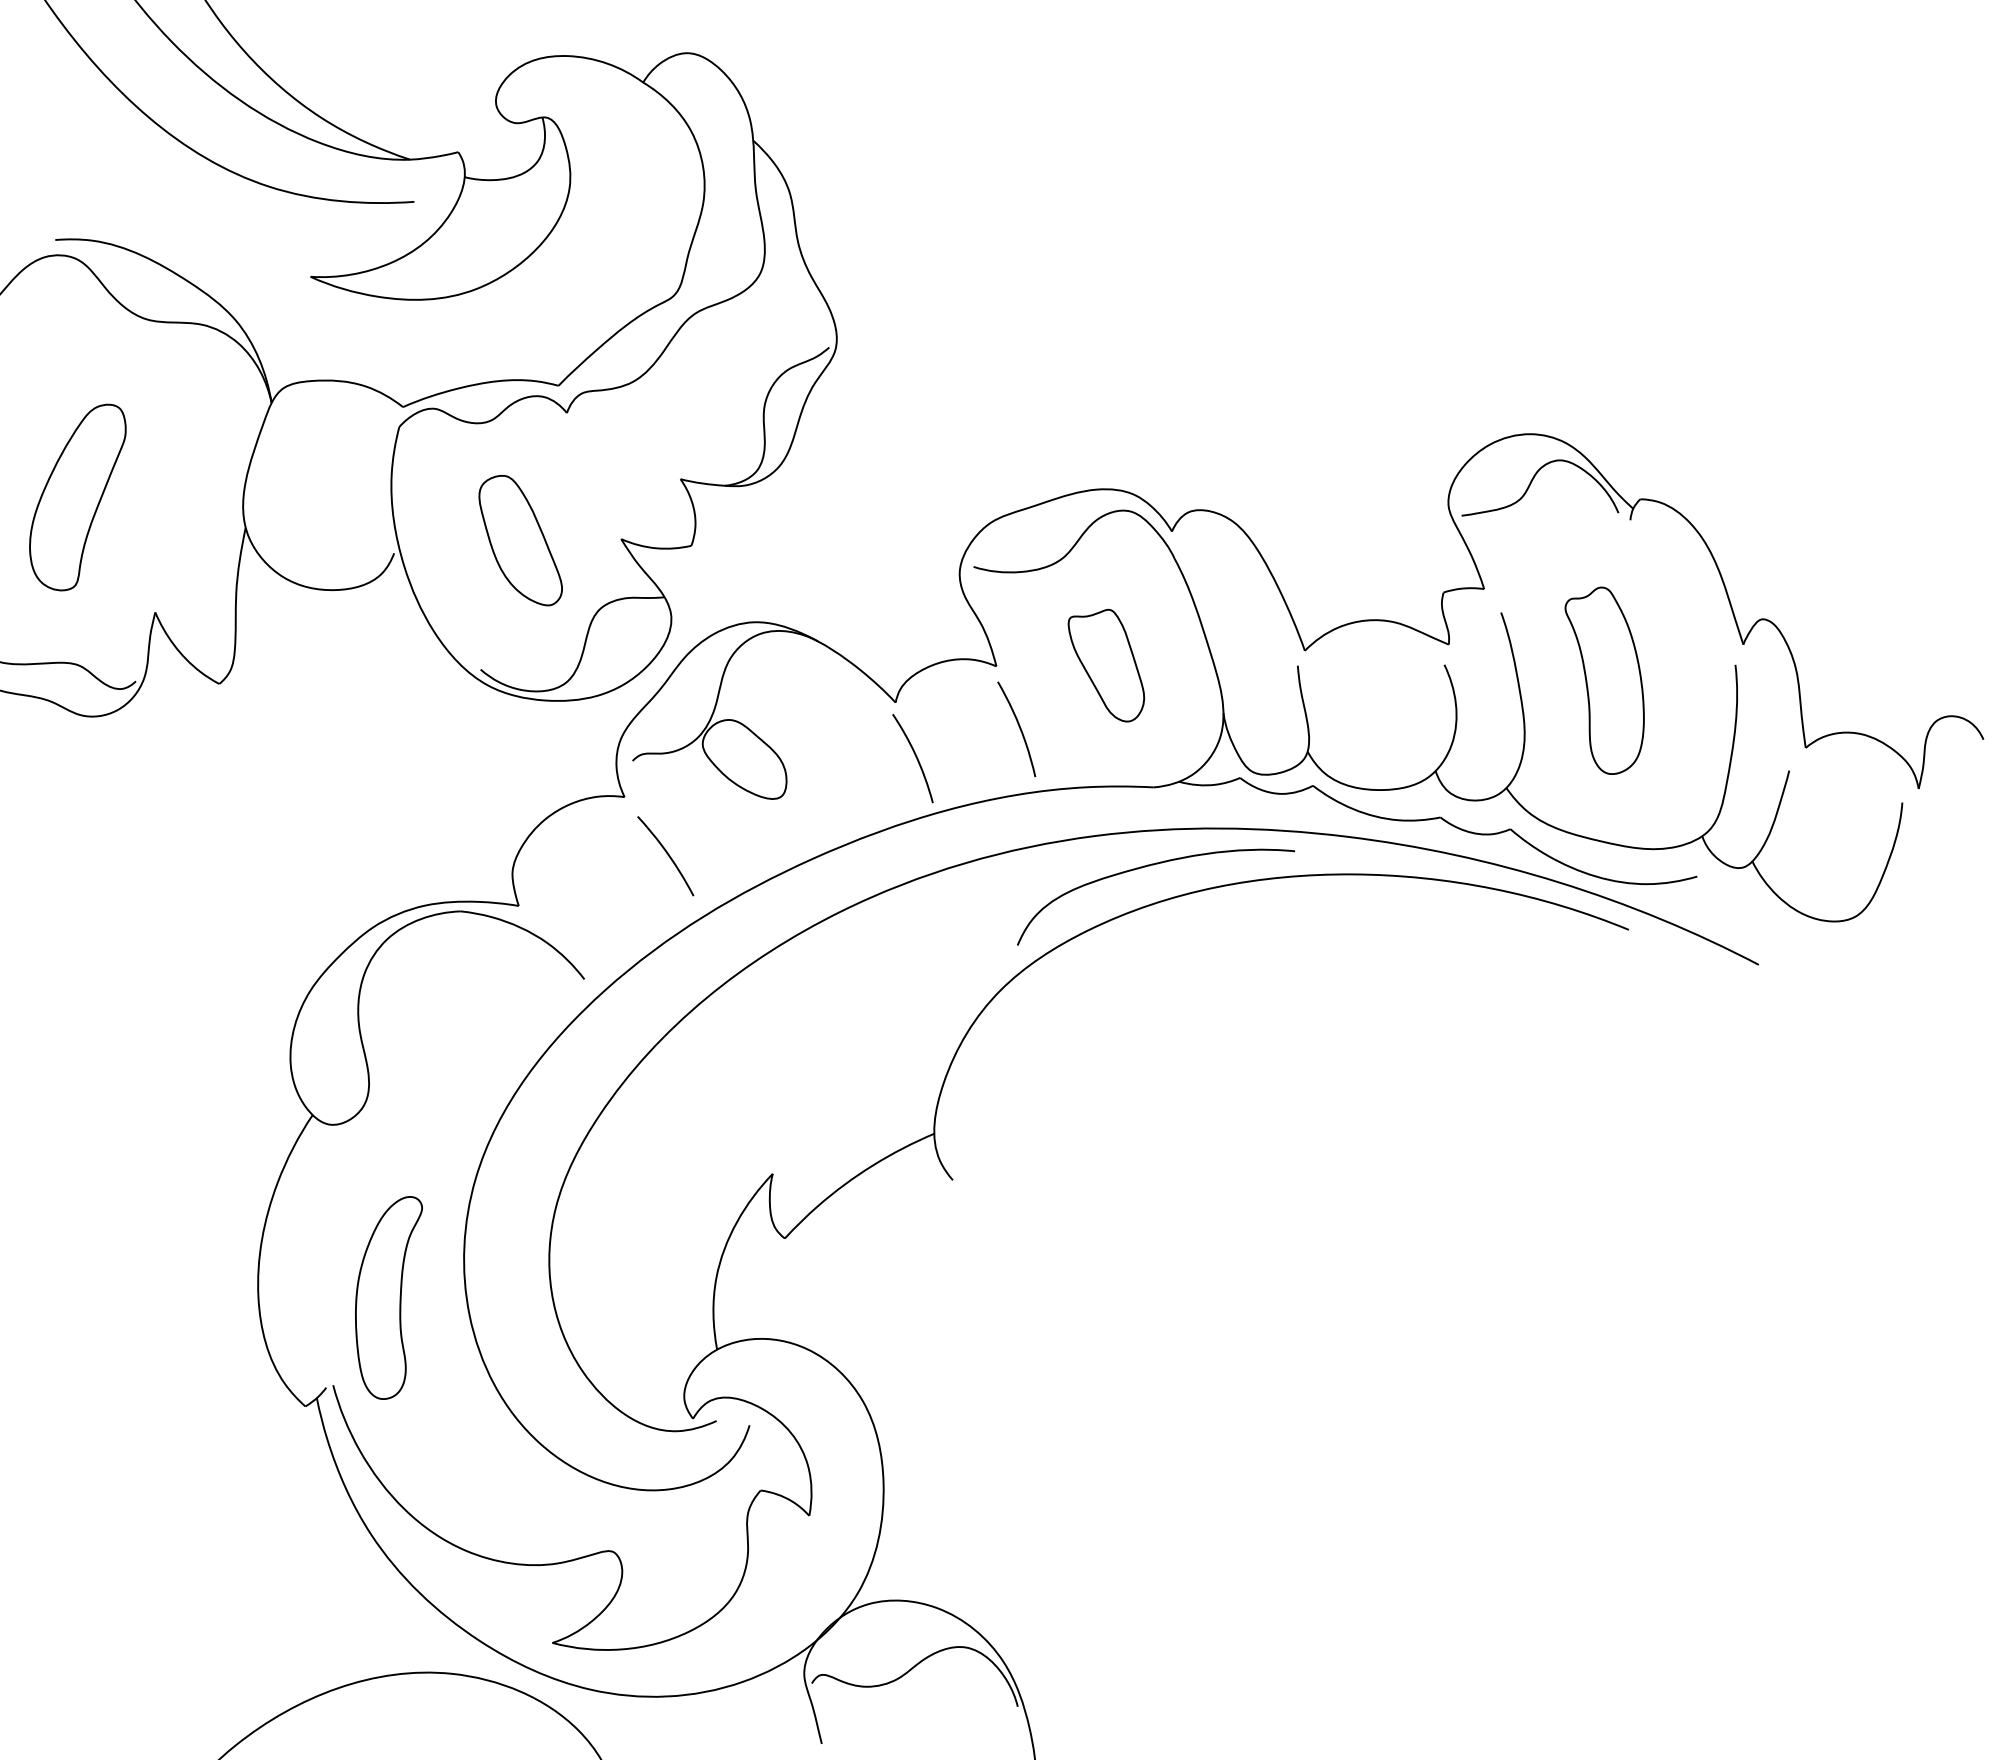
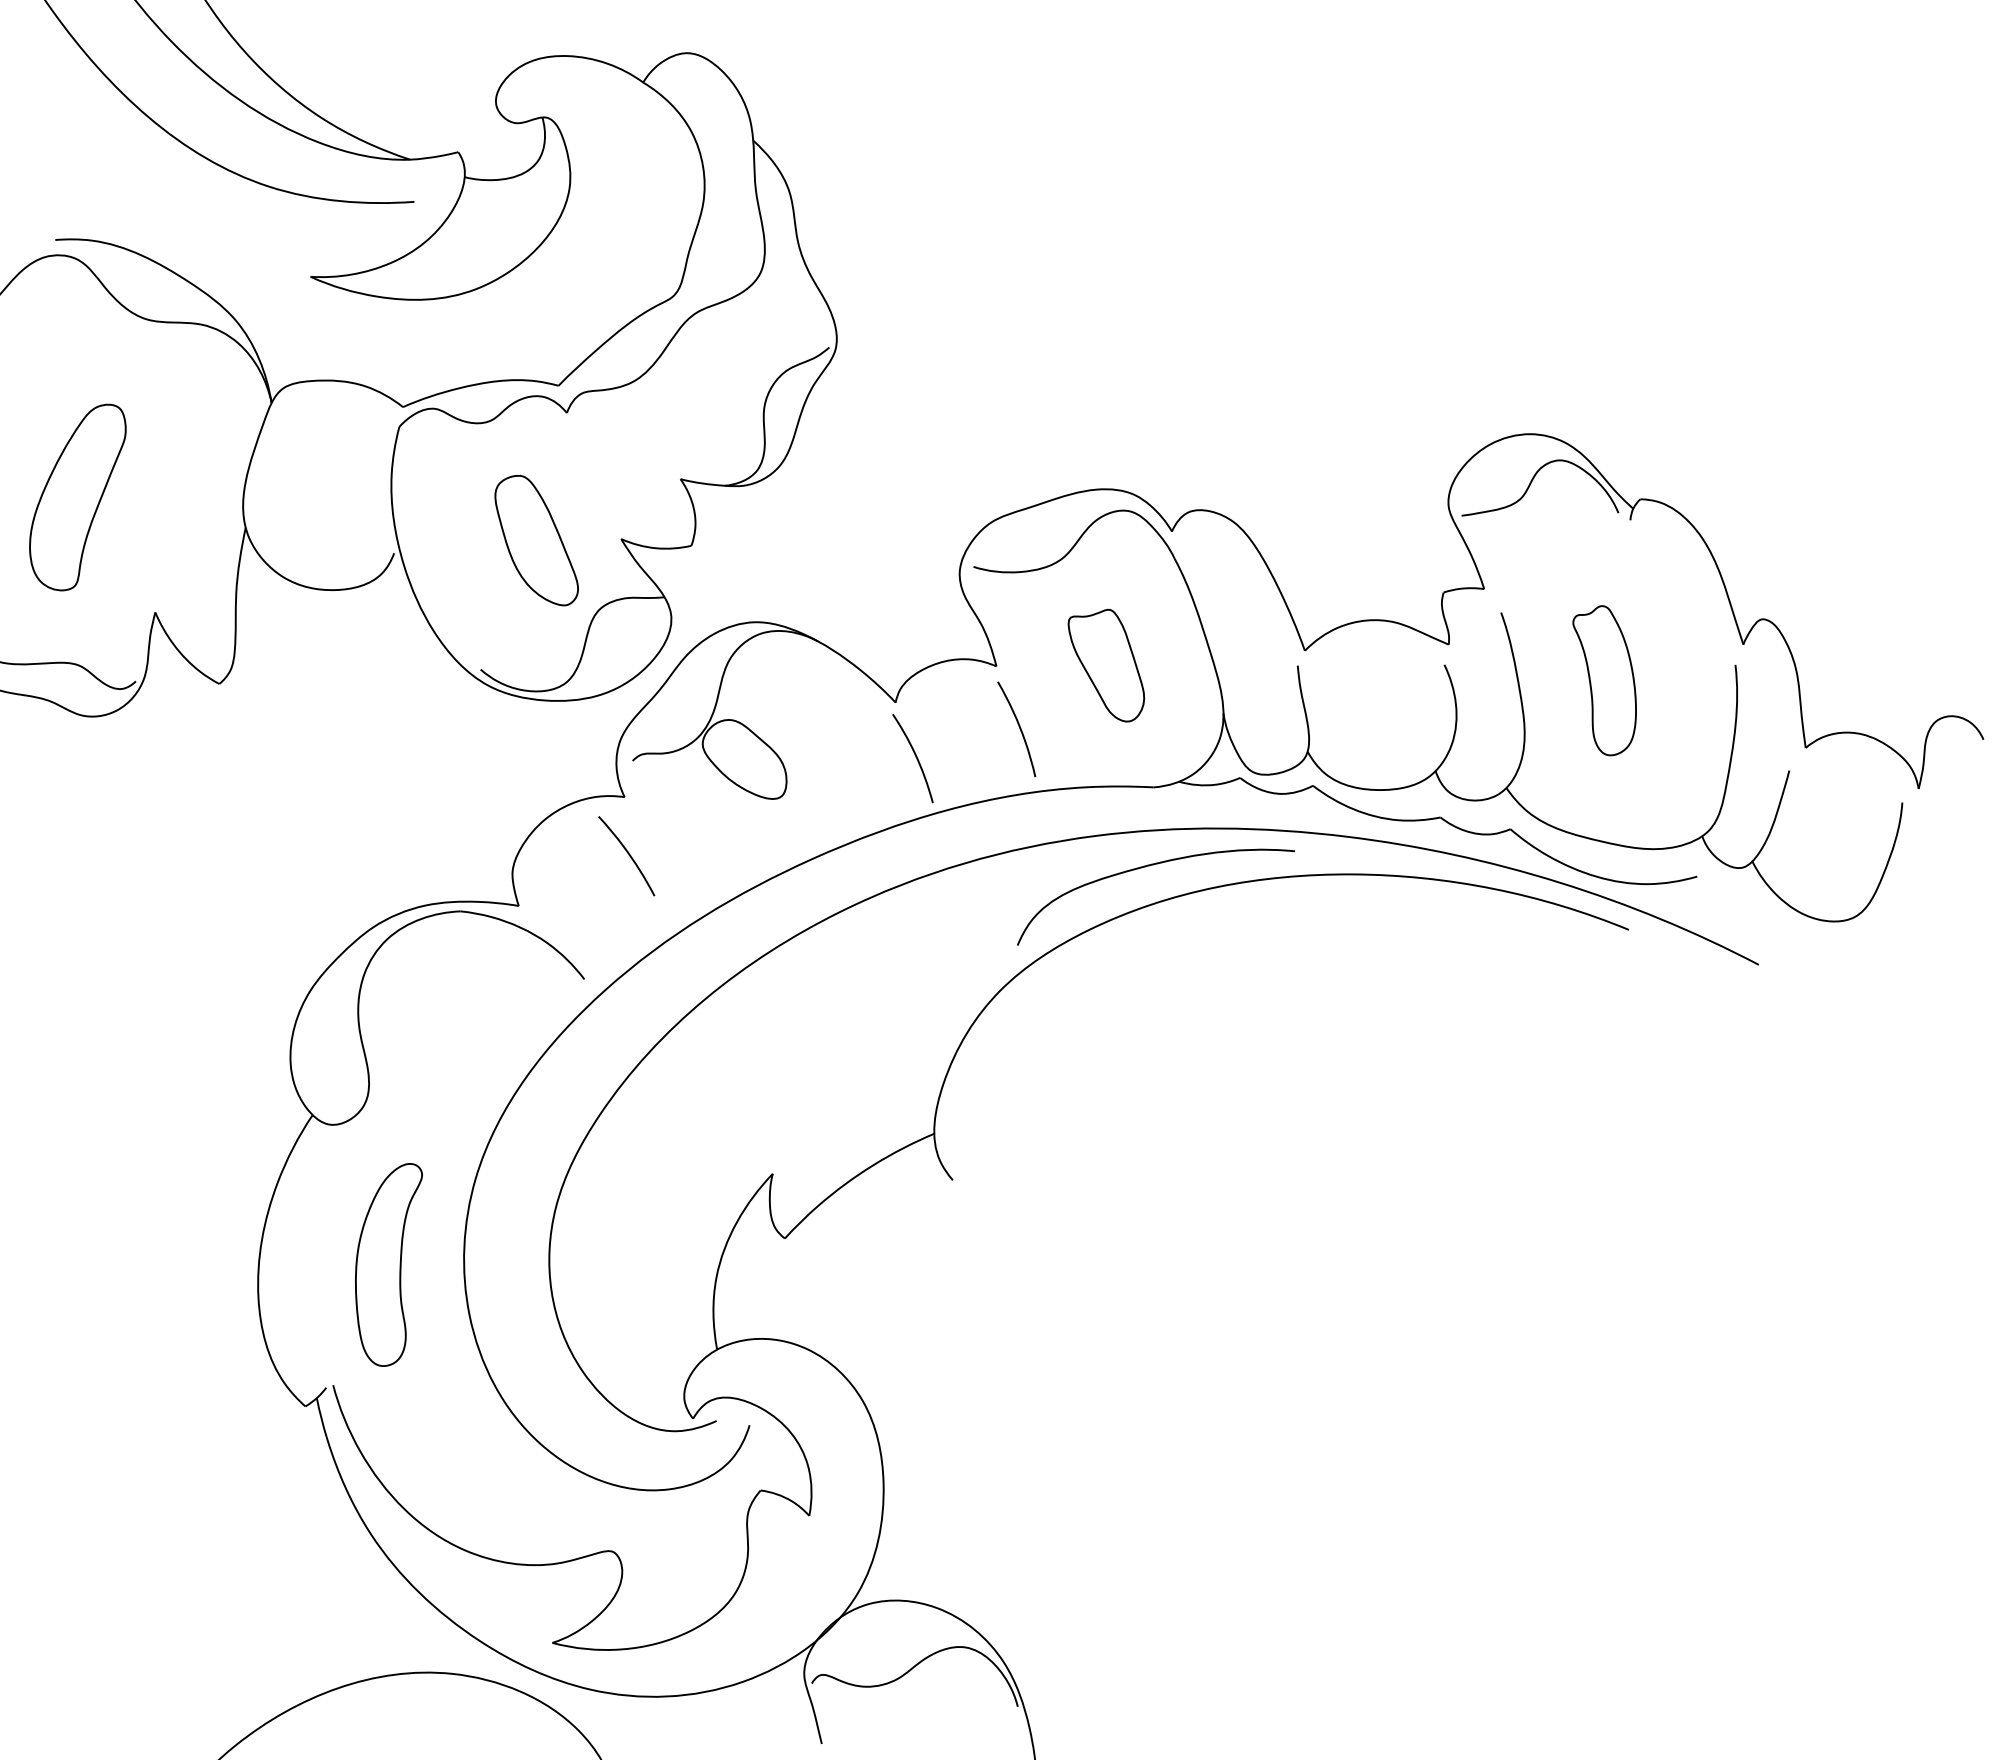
part at (520, 540) position: (520, 540) -> (536, 540)
part at (1604, 680) size: 81x189 px -> 65x152 px
curve at (667, 855) position: (667, 855) -> (628, 855)
part at (388, 1297) position: (388, 1297) -> (388, 1264)
